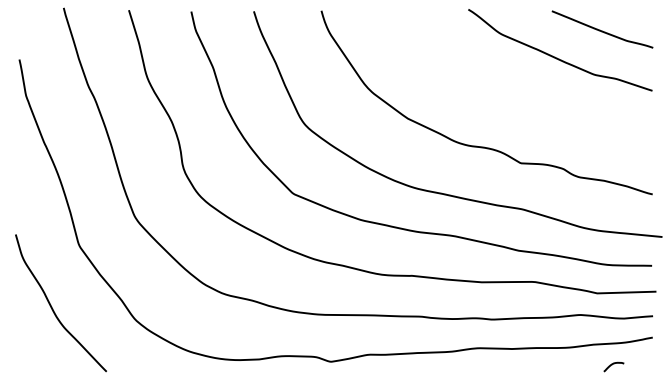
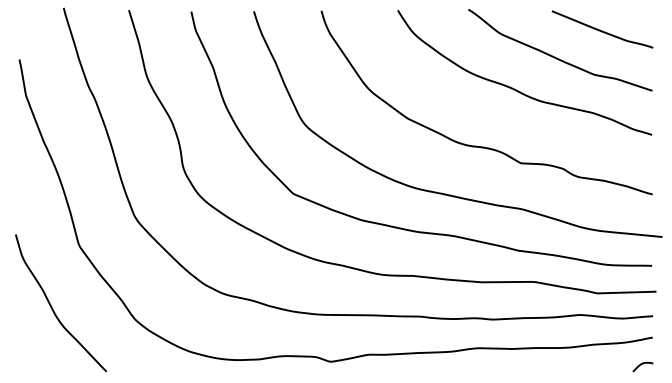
curve at (516, 89): none -> present
curve at (612, 365) position: (612, 365) -> (641, 365)
